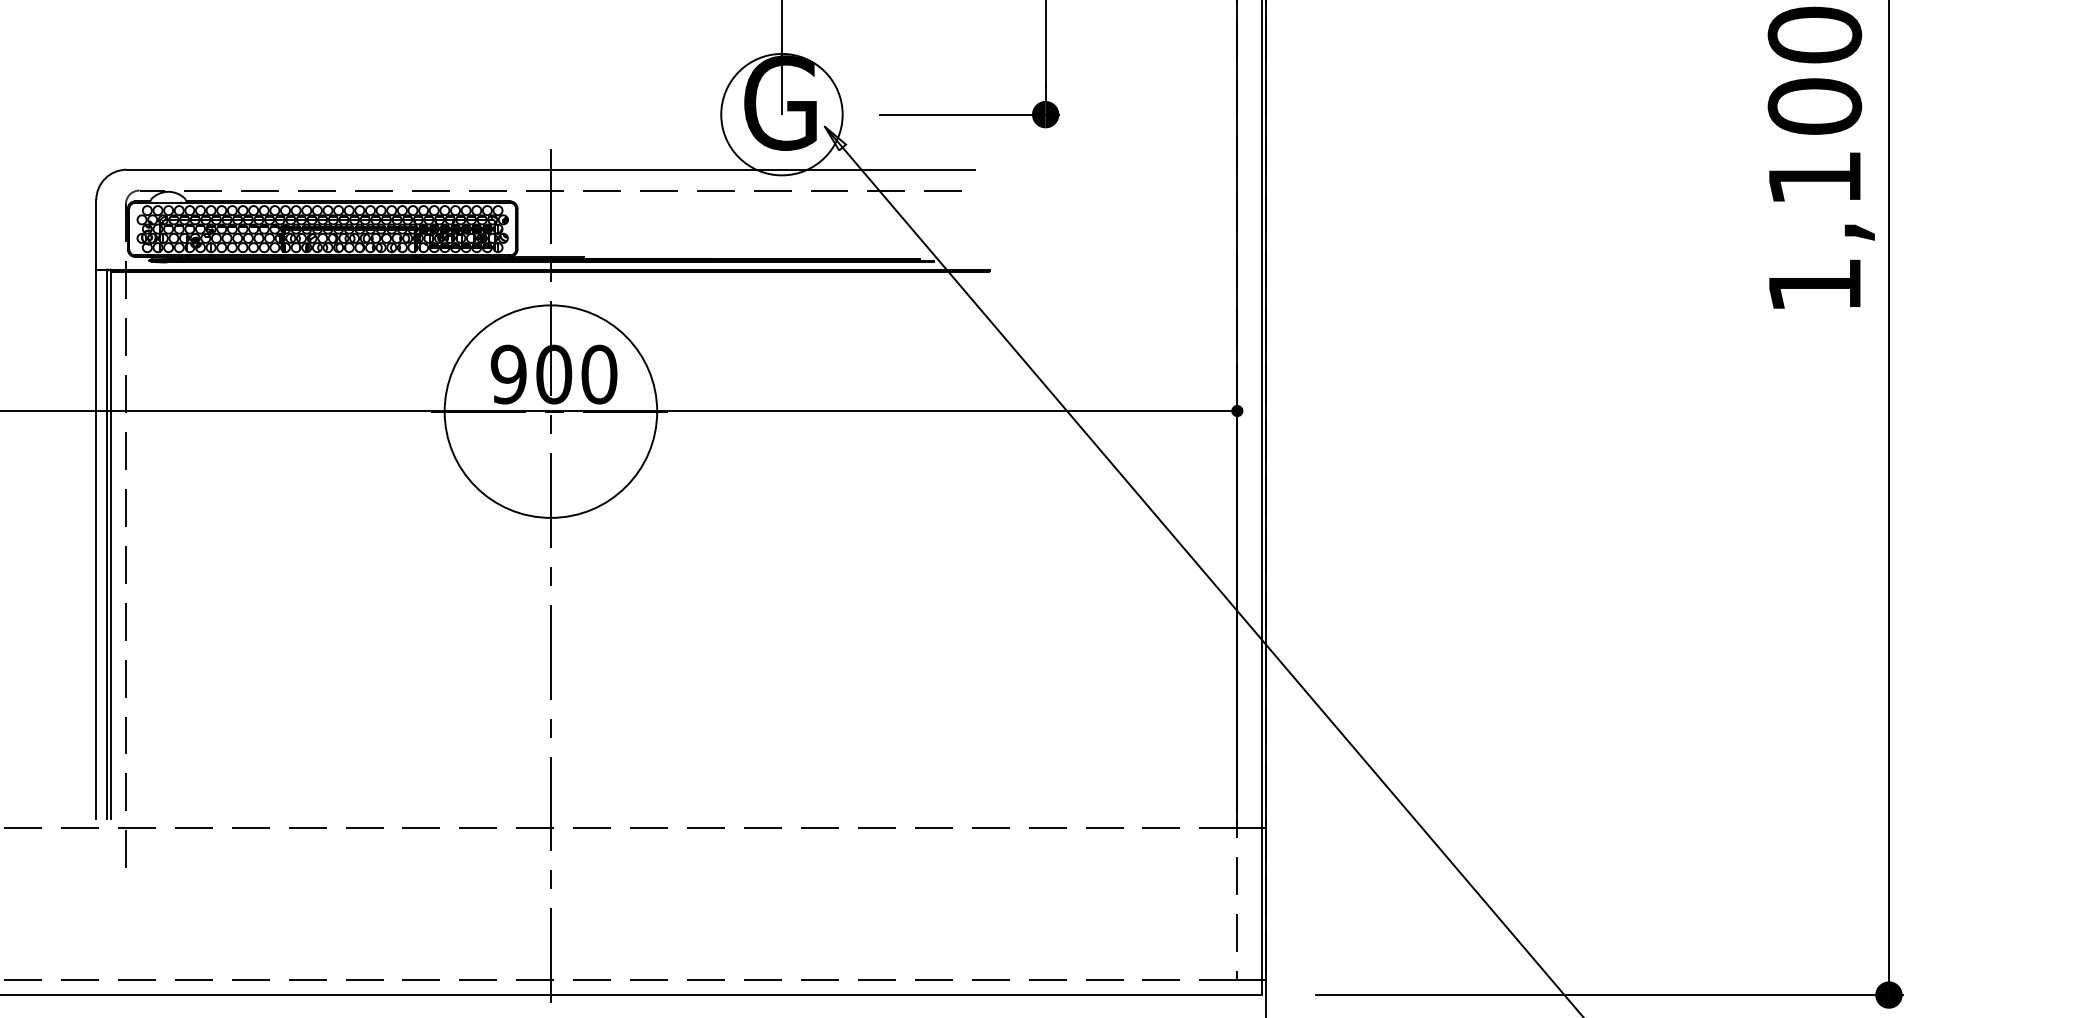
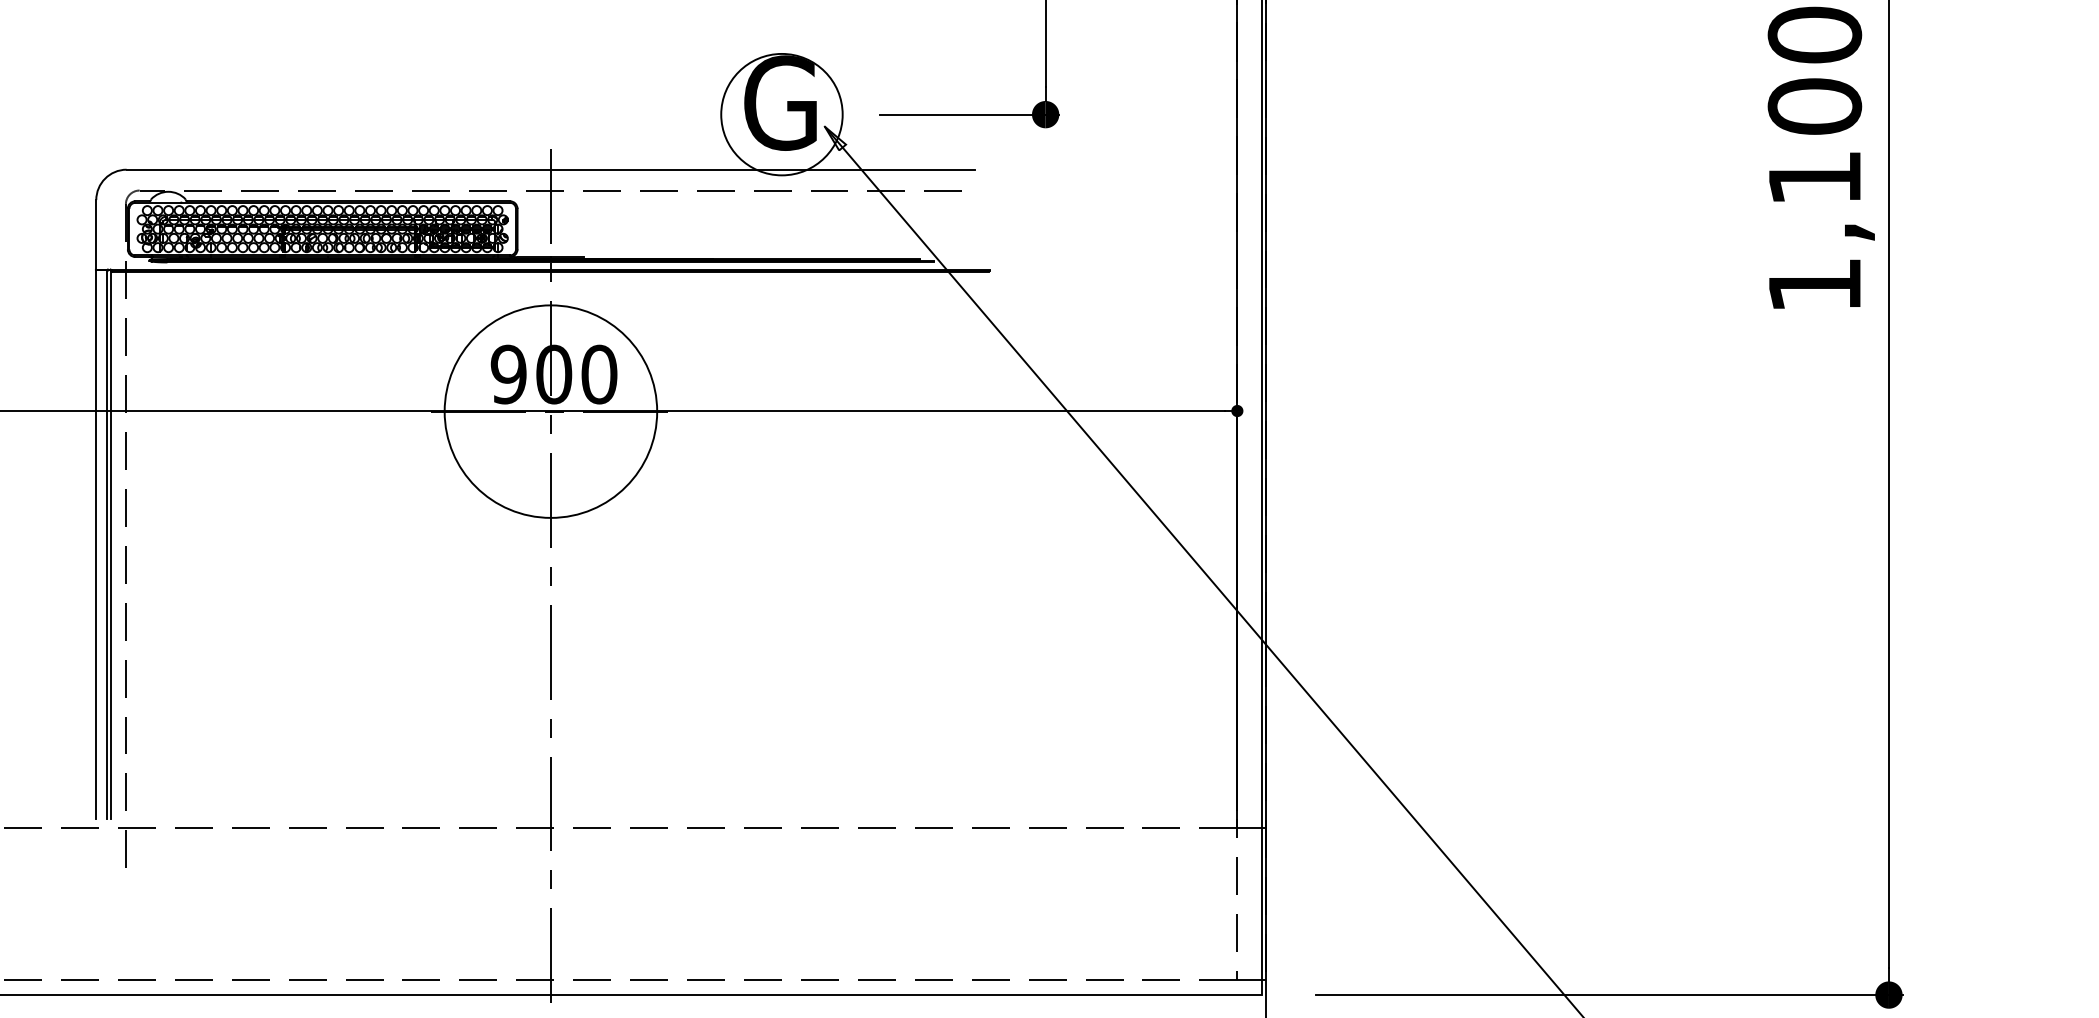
line at (781, 57): present -> none
